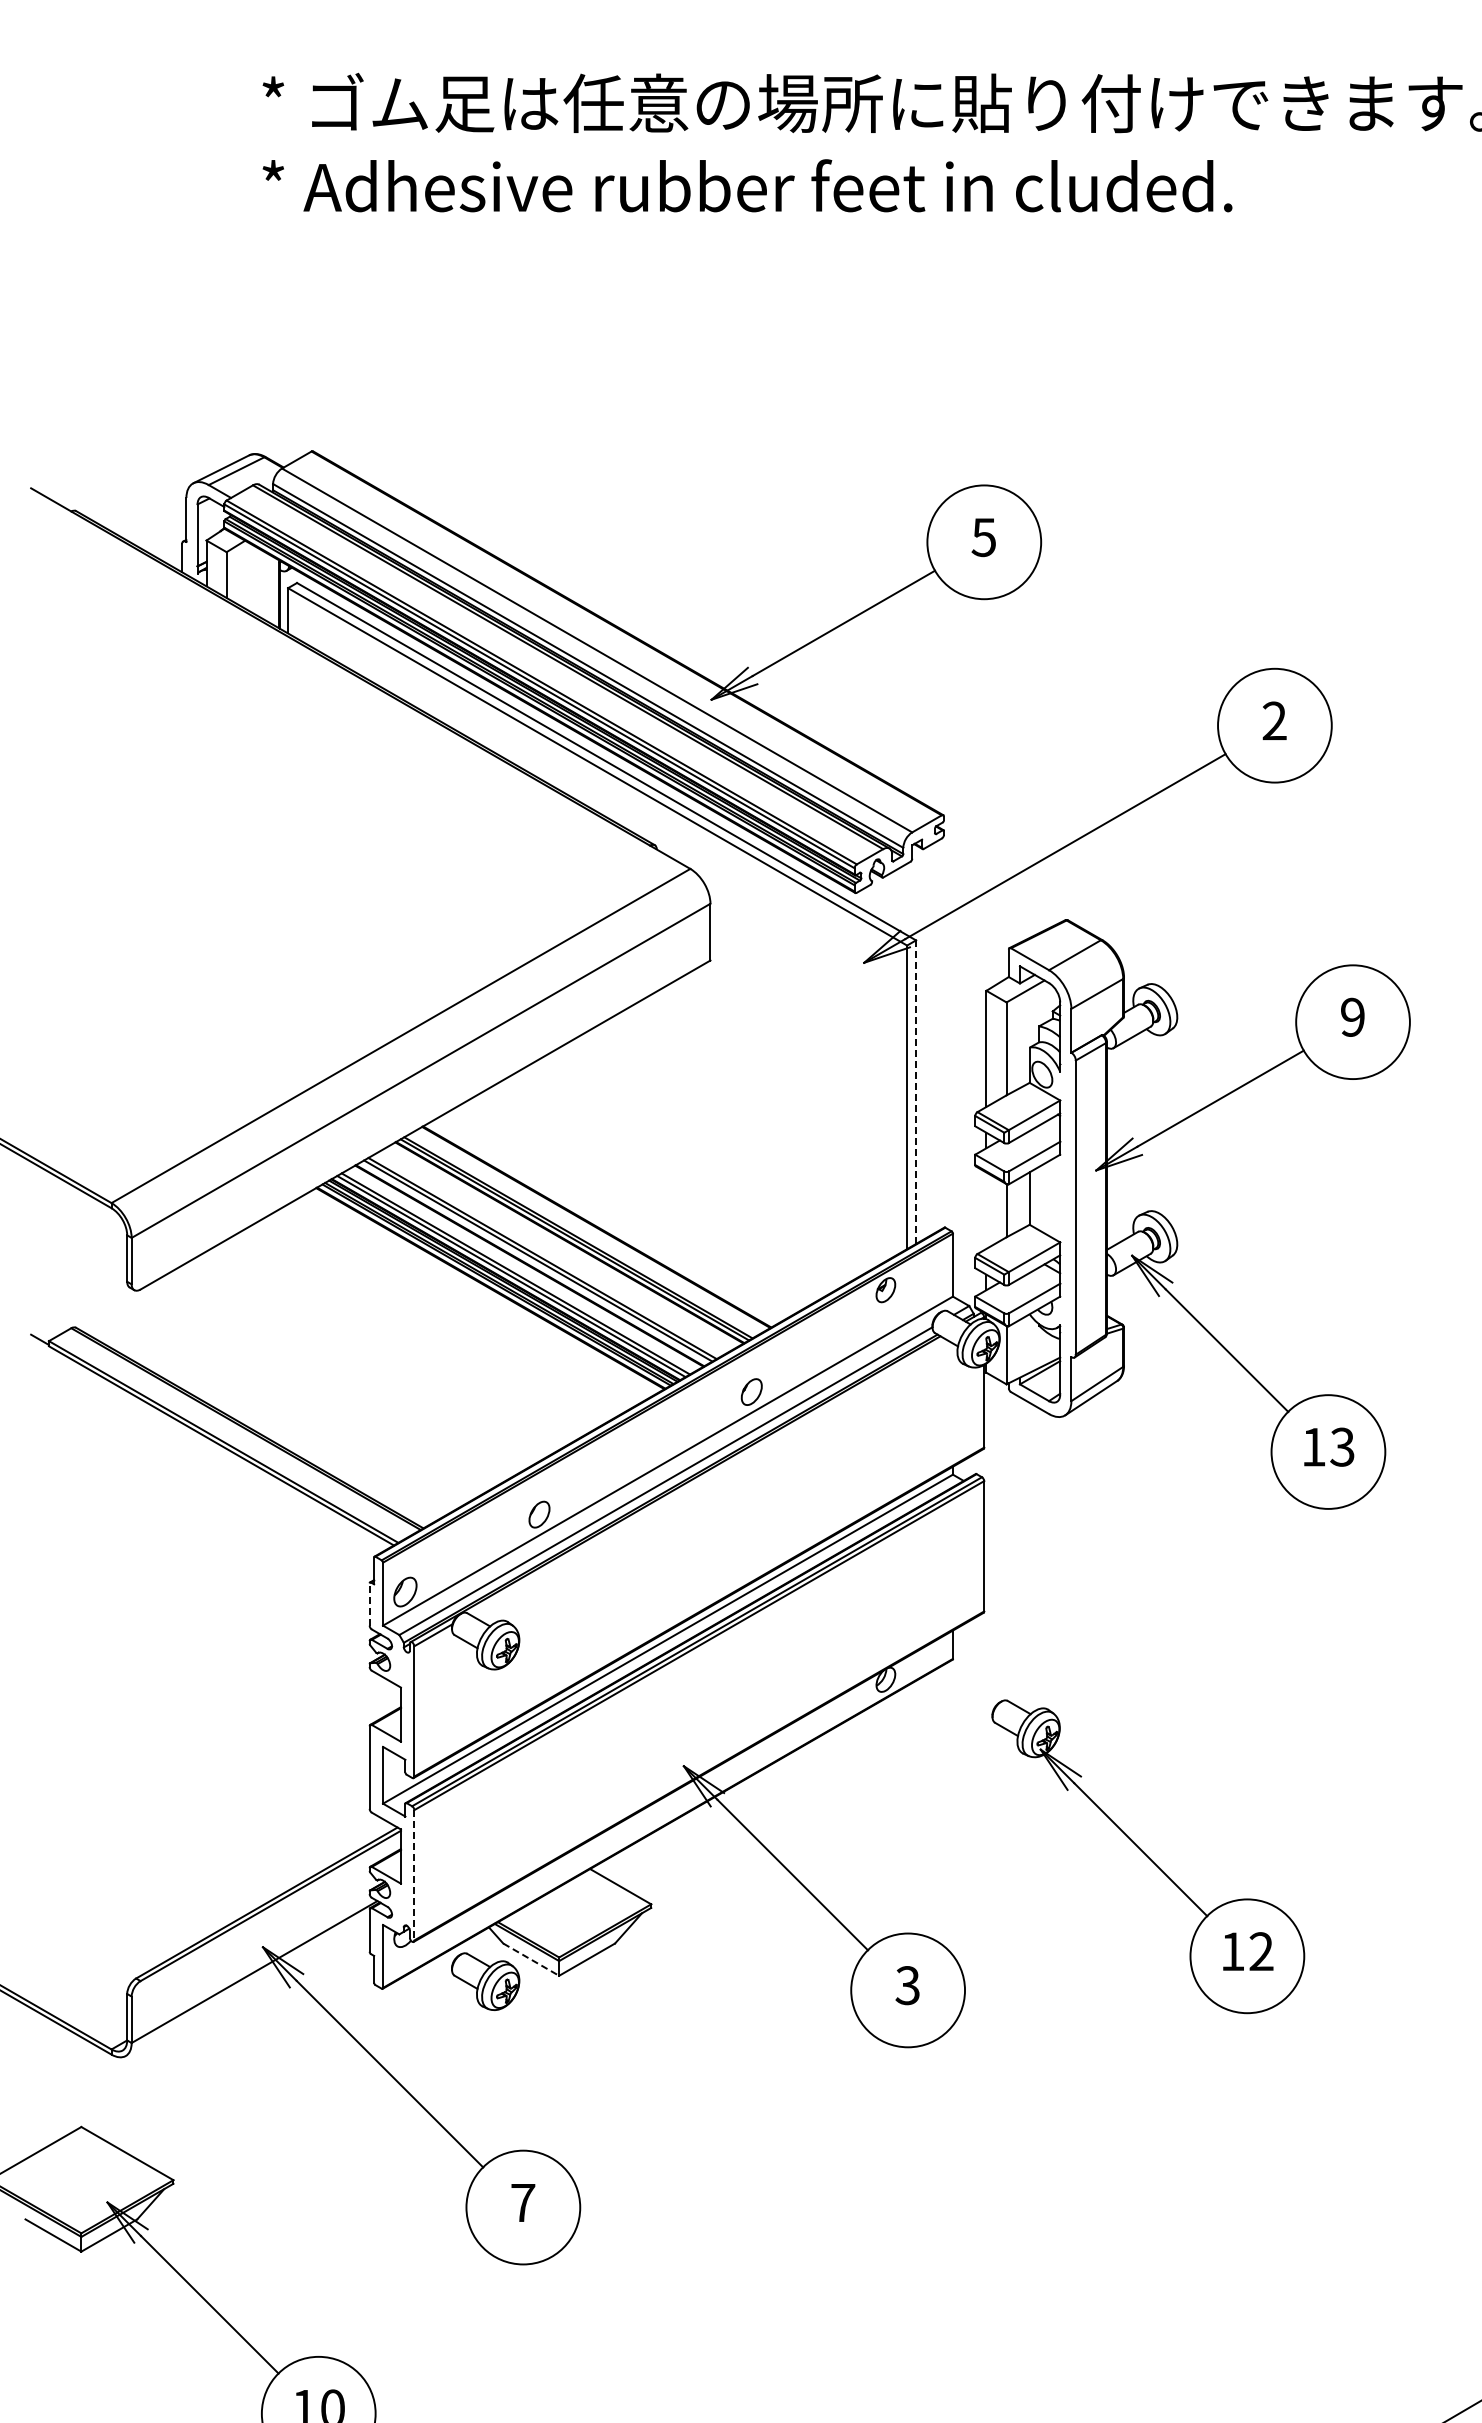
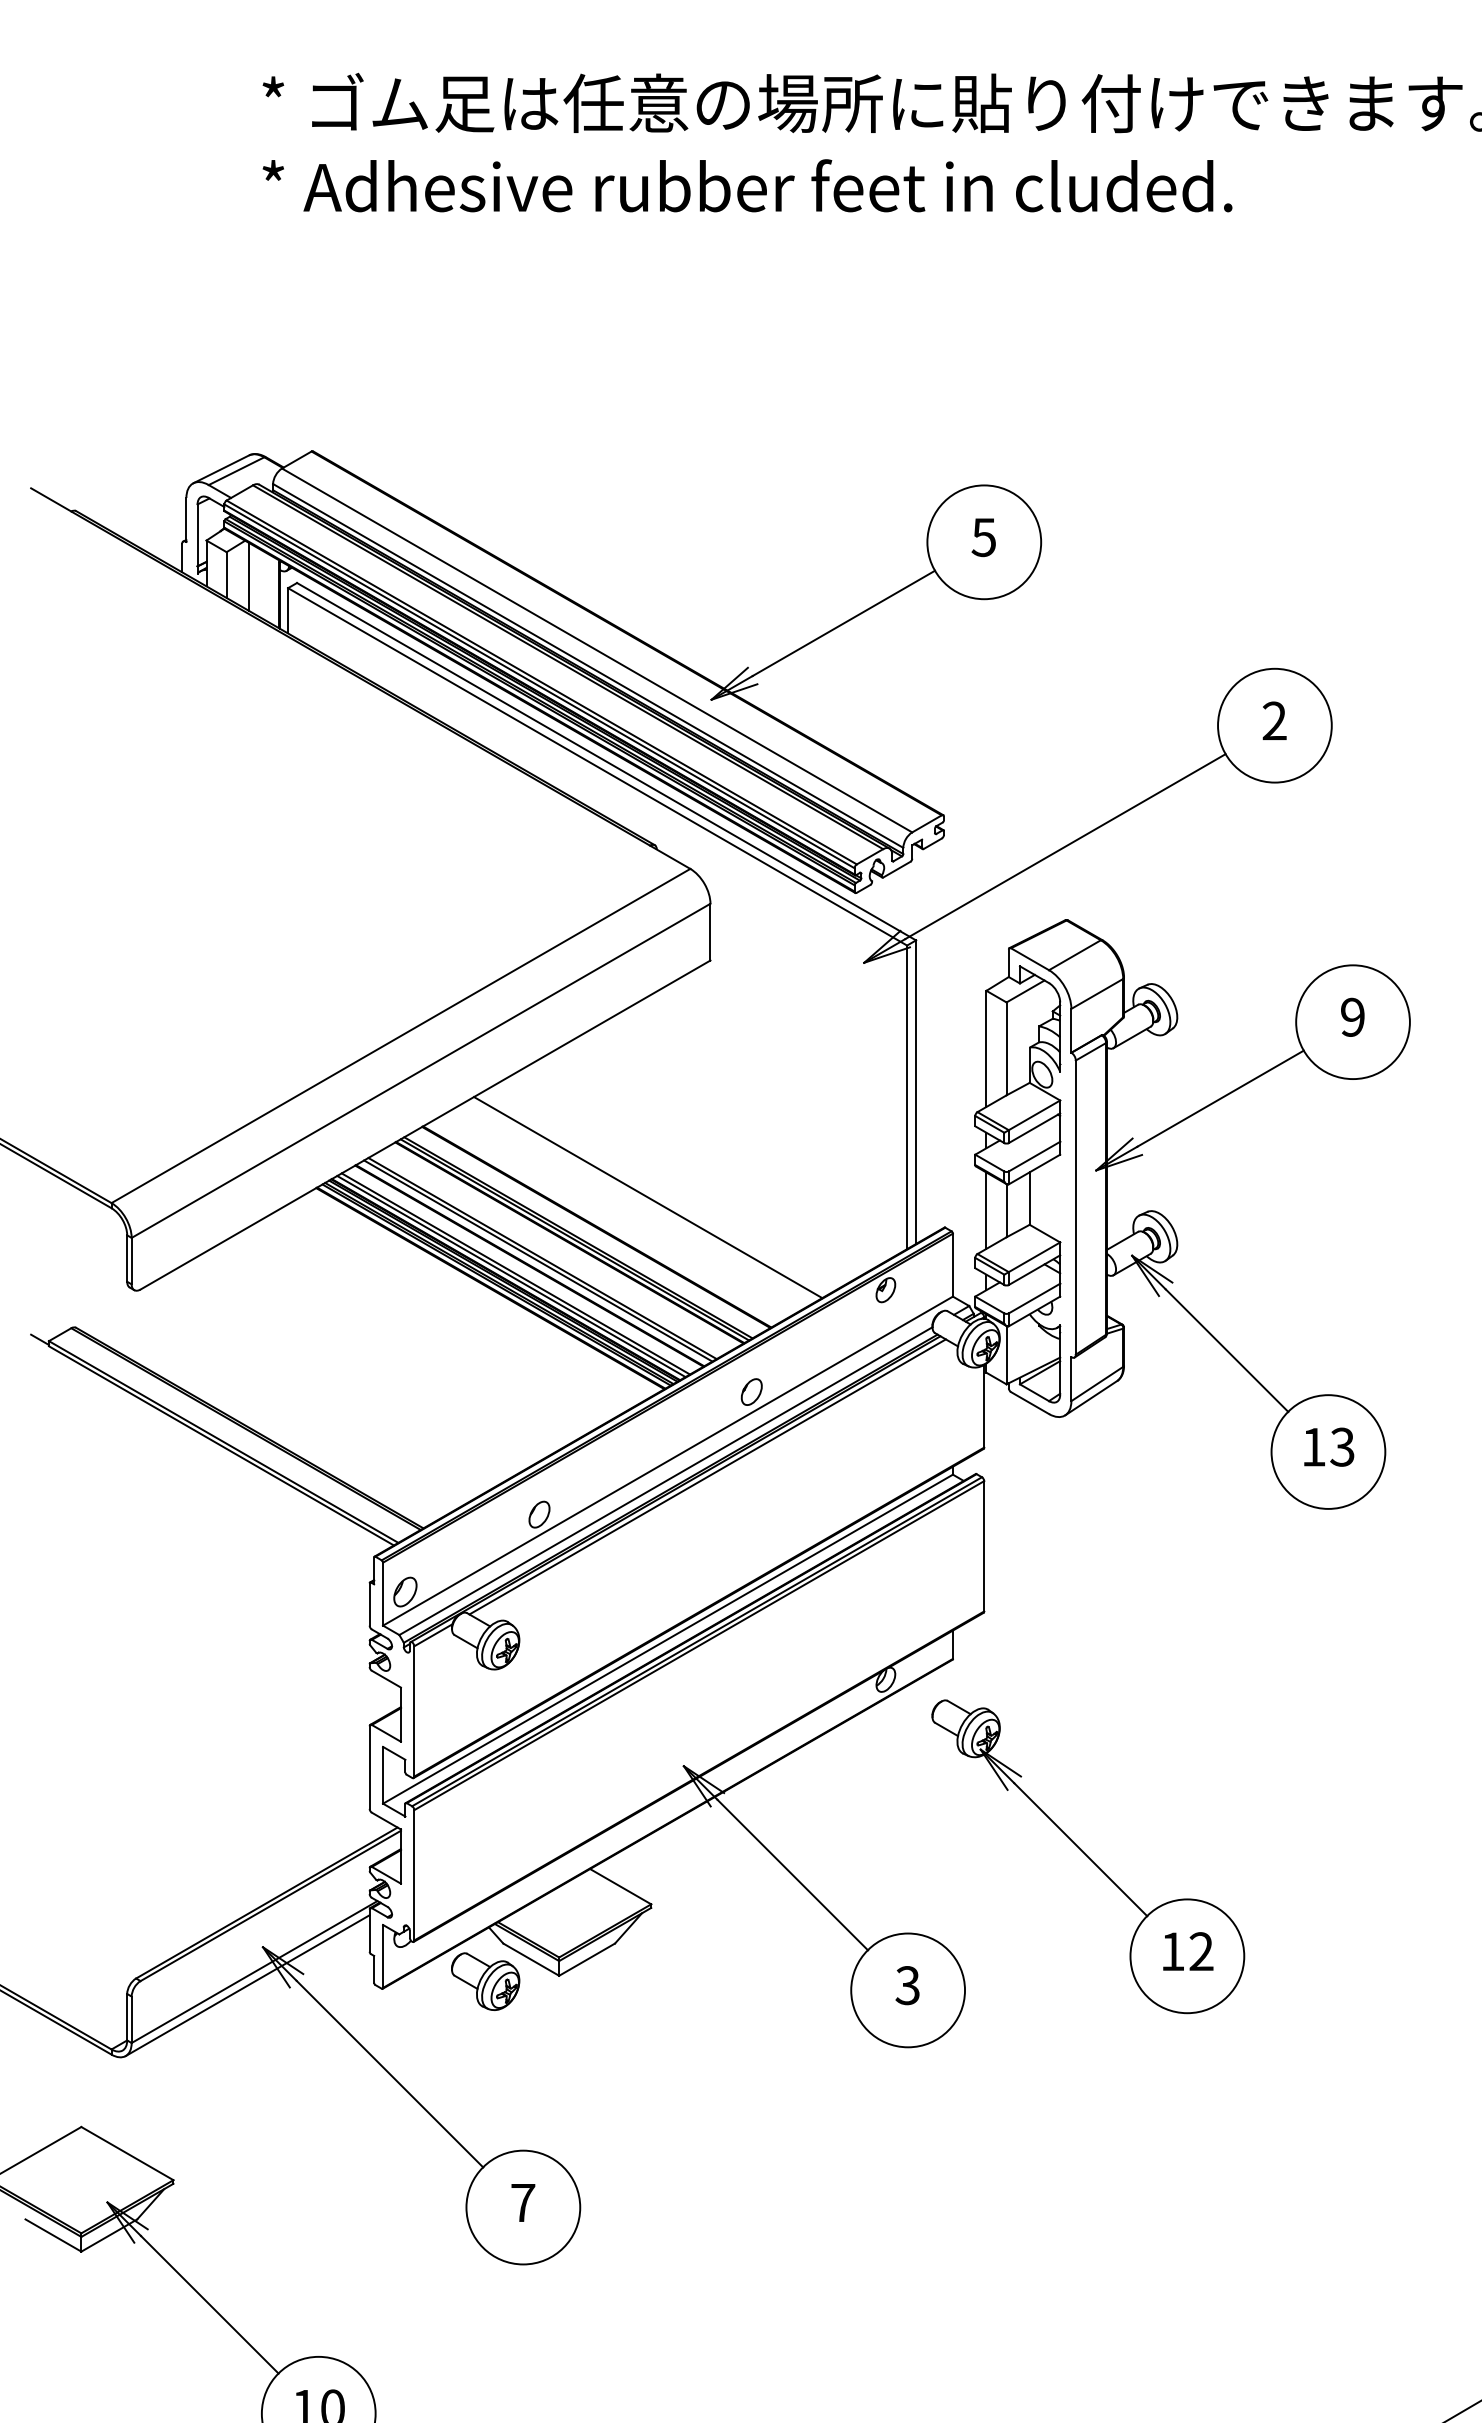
line at (249, 576): none -> present
line at (916, 1092): dashed -> solid
line at (648, 1197): none -> present
line at (986, 1210): none -> present
line at (707, 1476): none -> present
line at (369, 1603): dashed -> solid
part at (1148, 1856) position: (1148, 1856) -> (1088, 1856)
line at (414, 1875): dashed -> solid
line at (531, 1959): dashed -> solid
line at (247, 1985): none -> present
